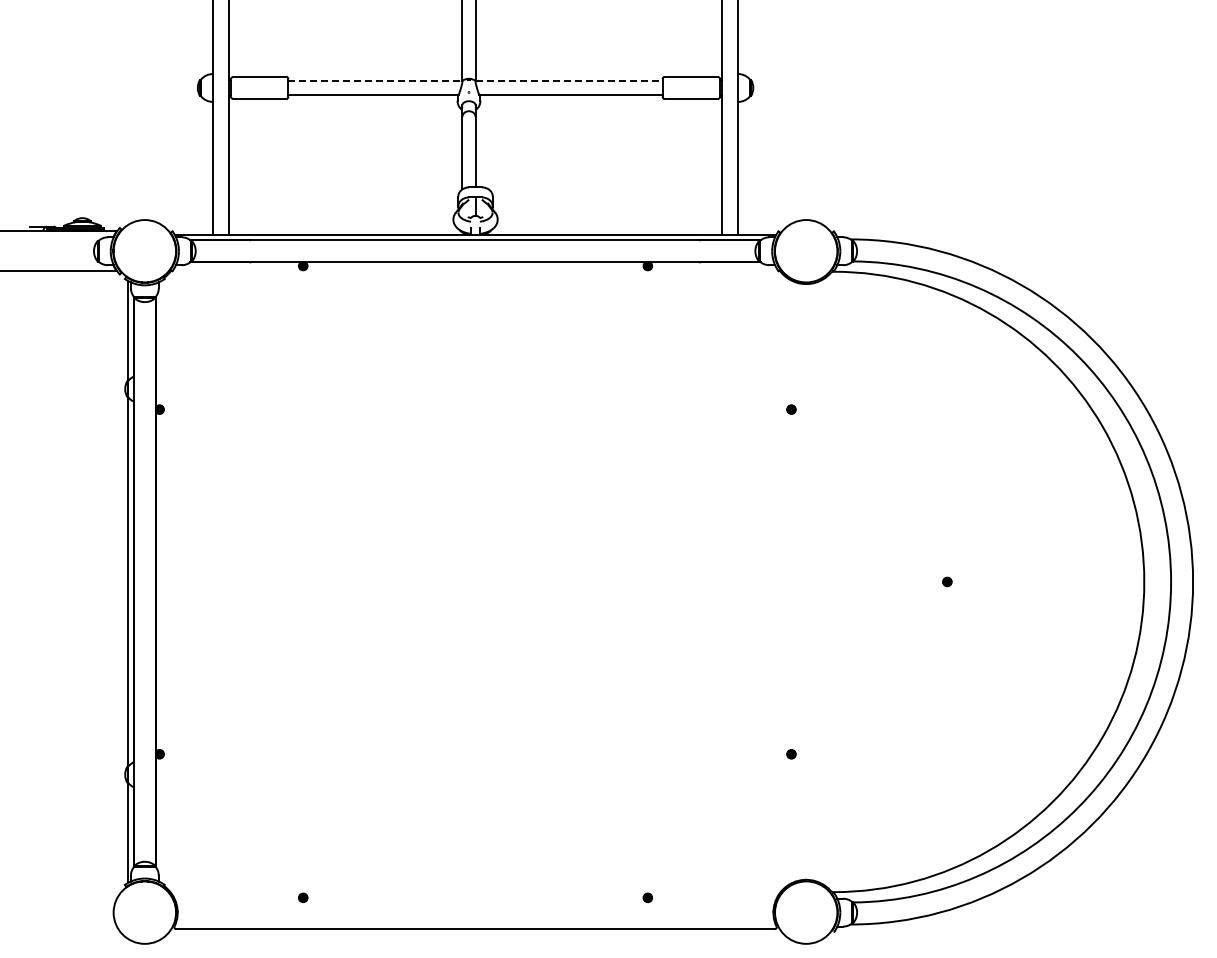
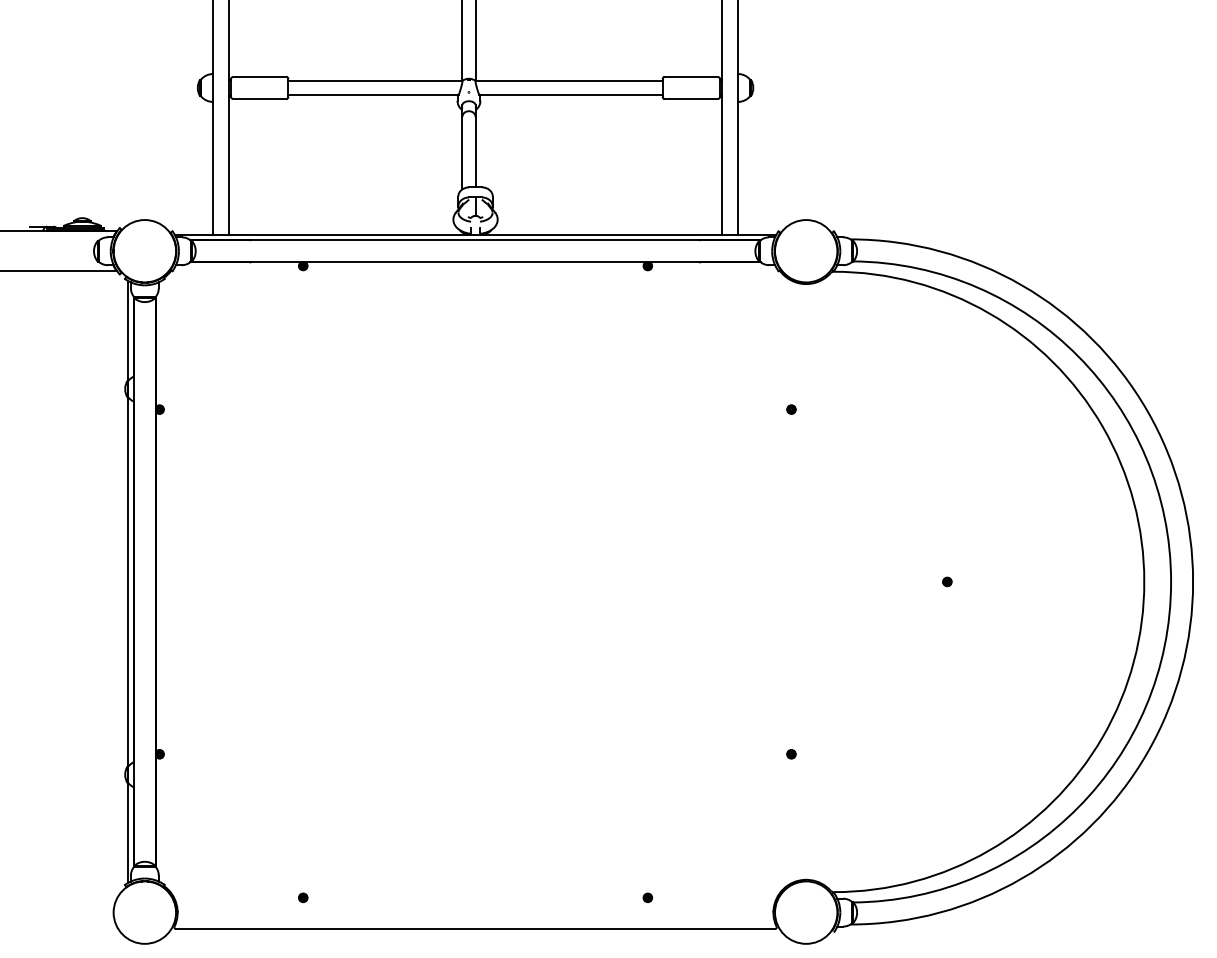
line at (375, 81): dashed -> solid
line at (569, 81): dashed -> solid
